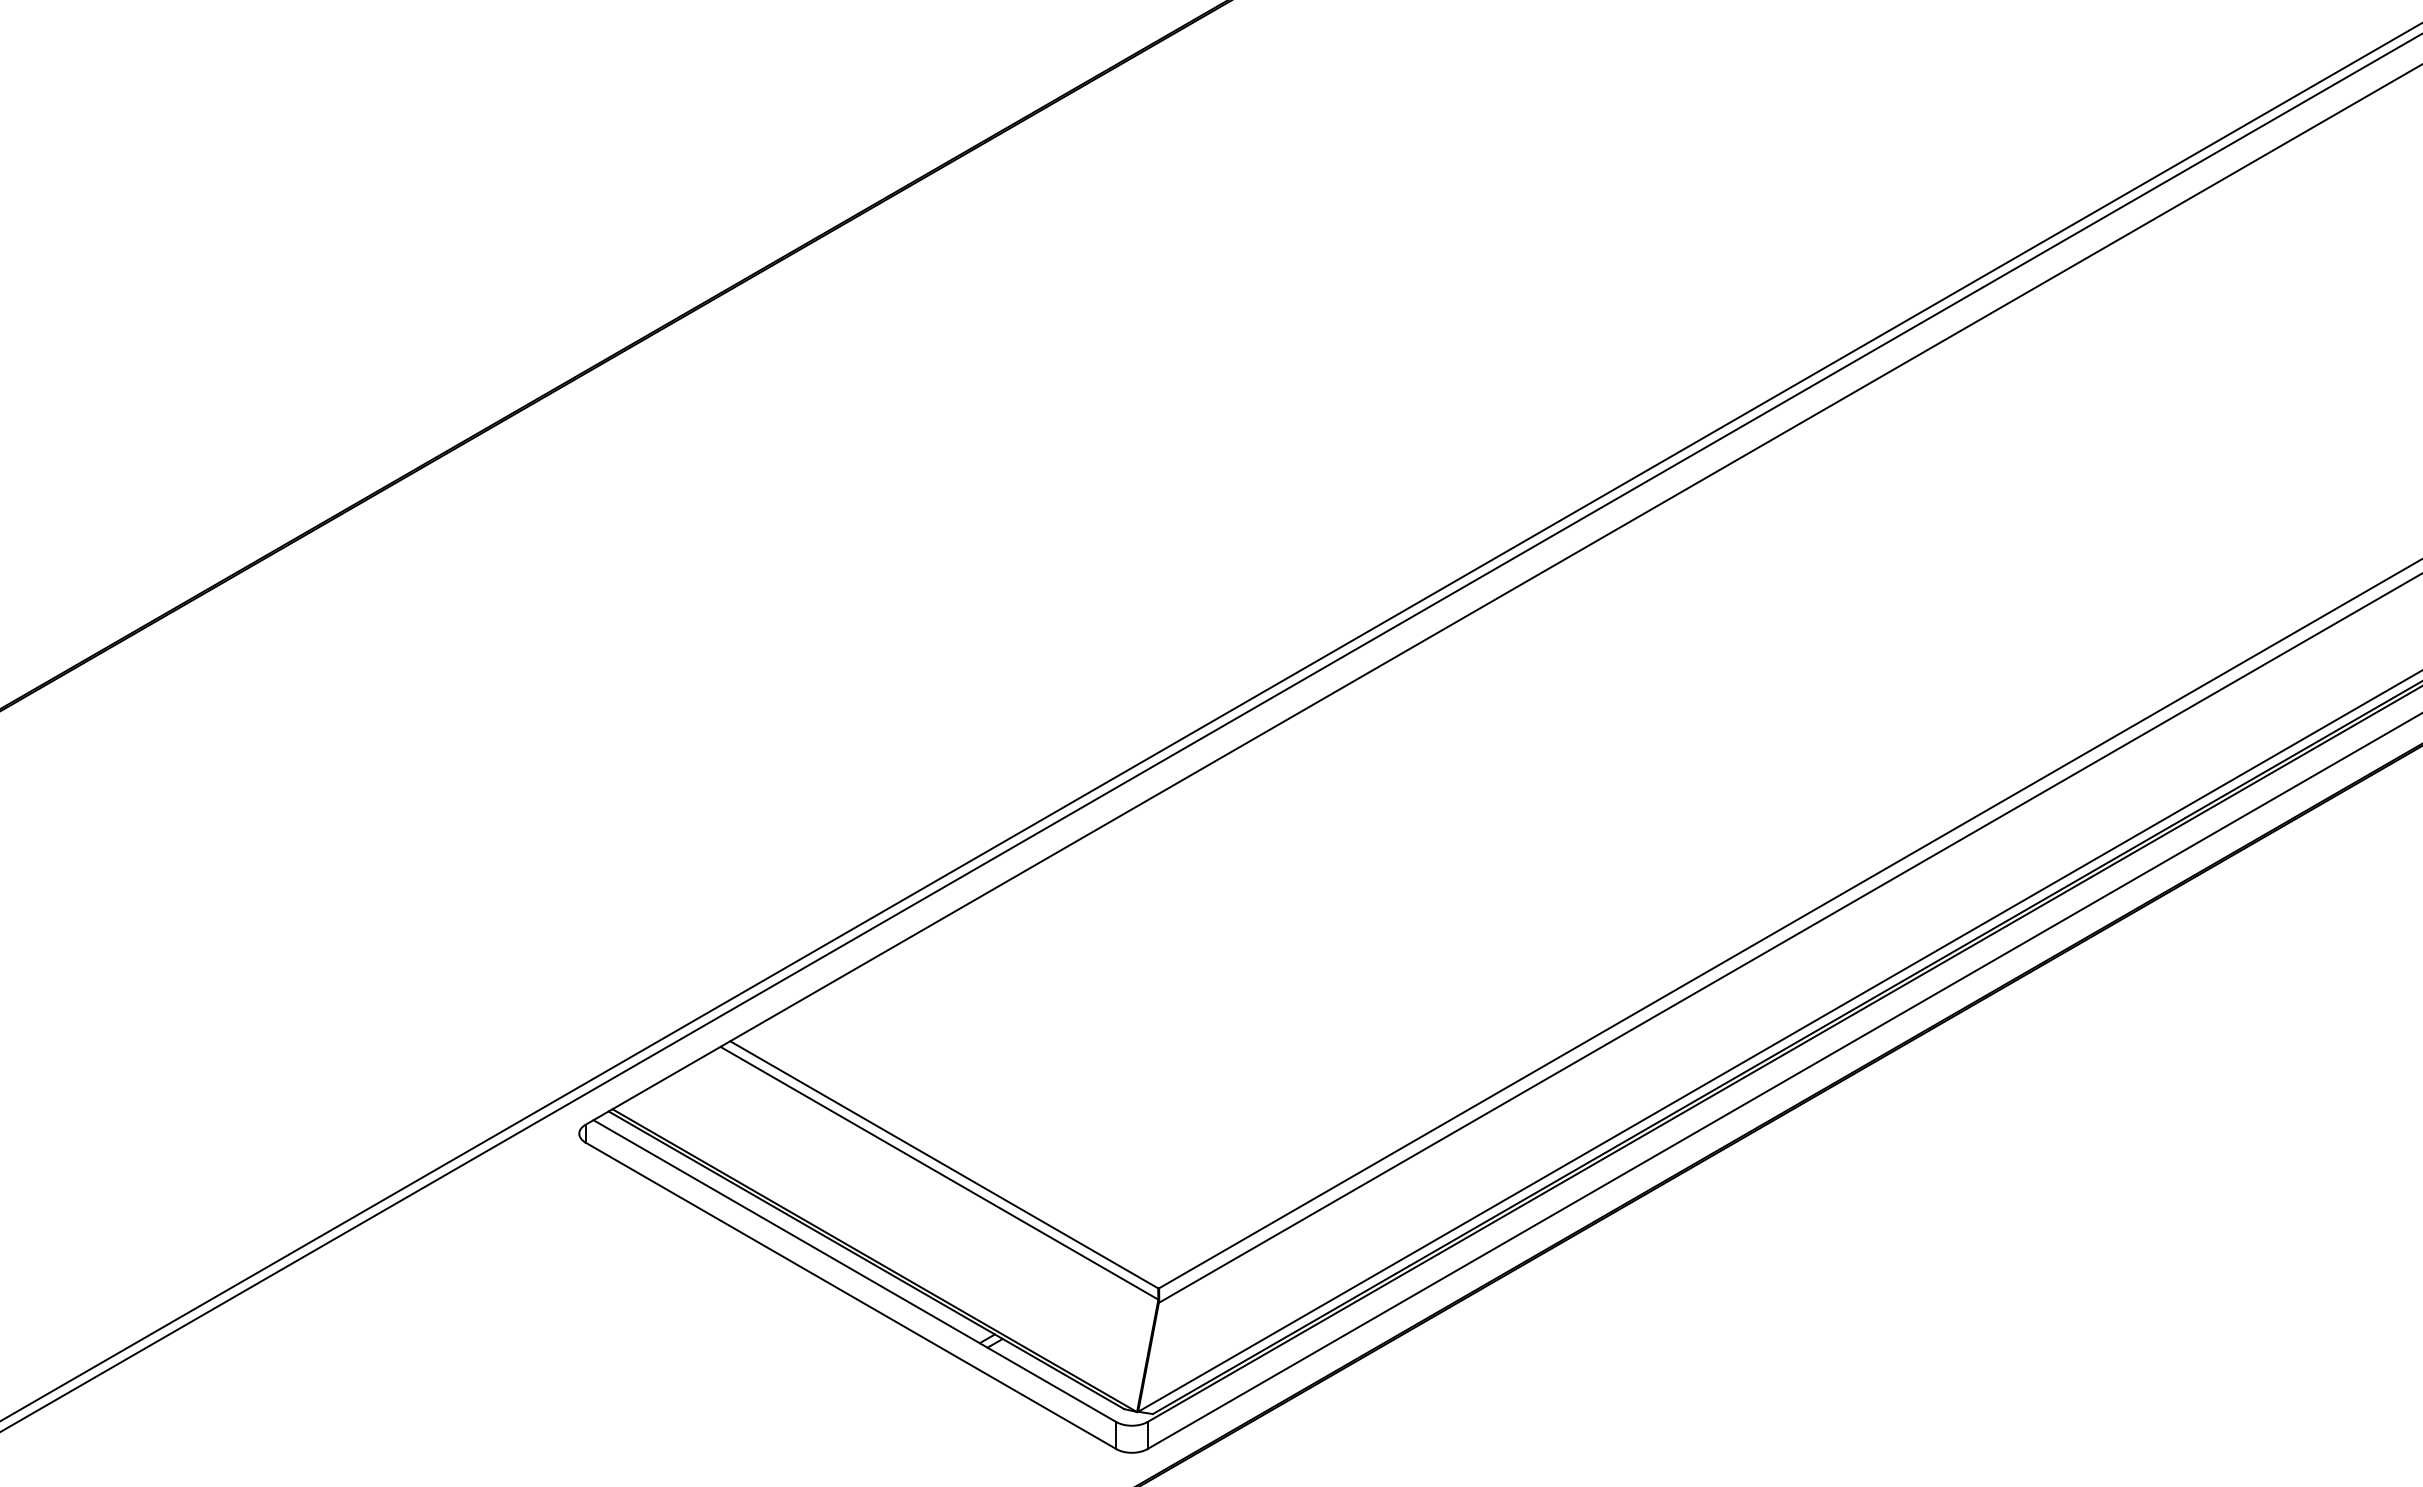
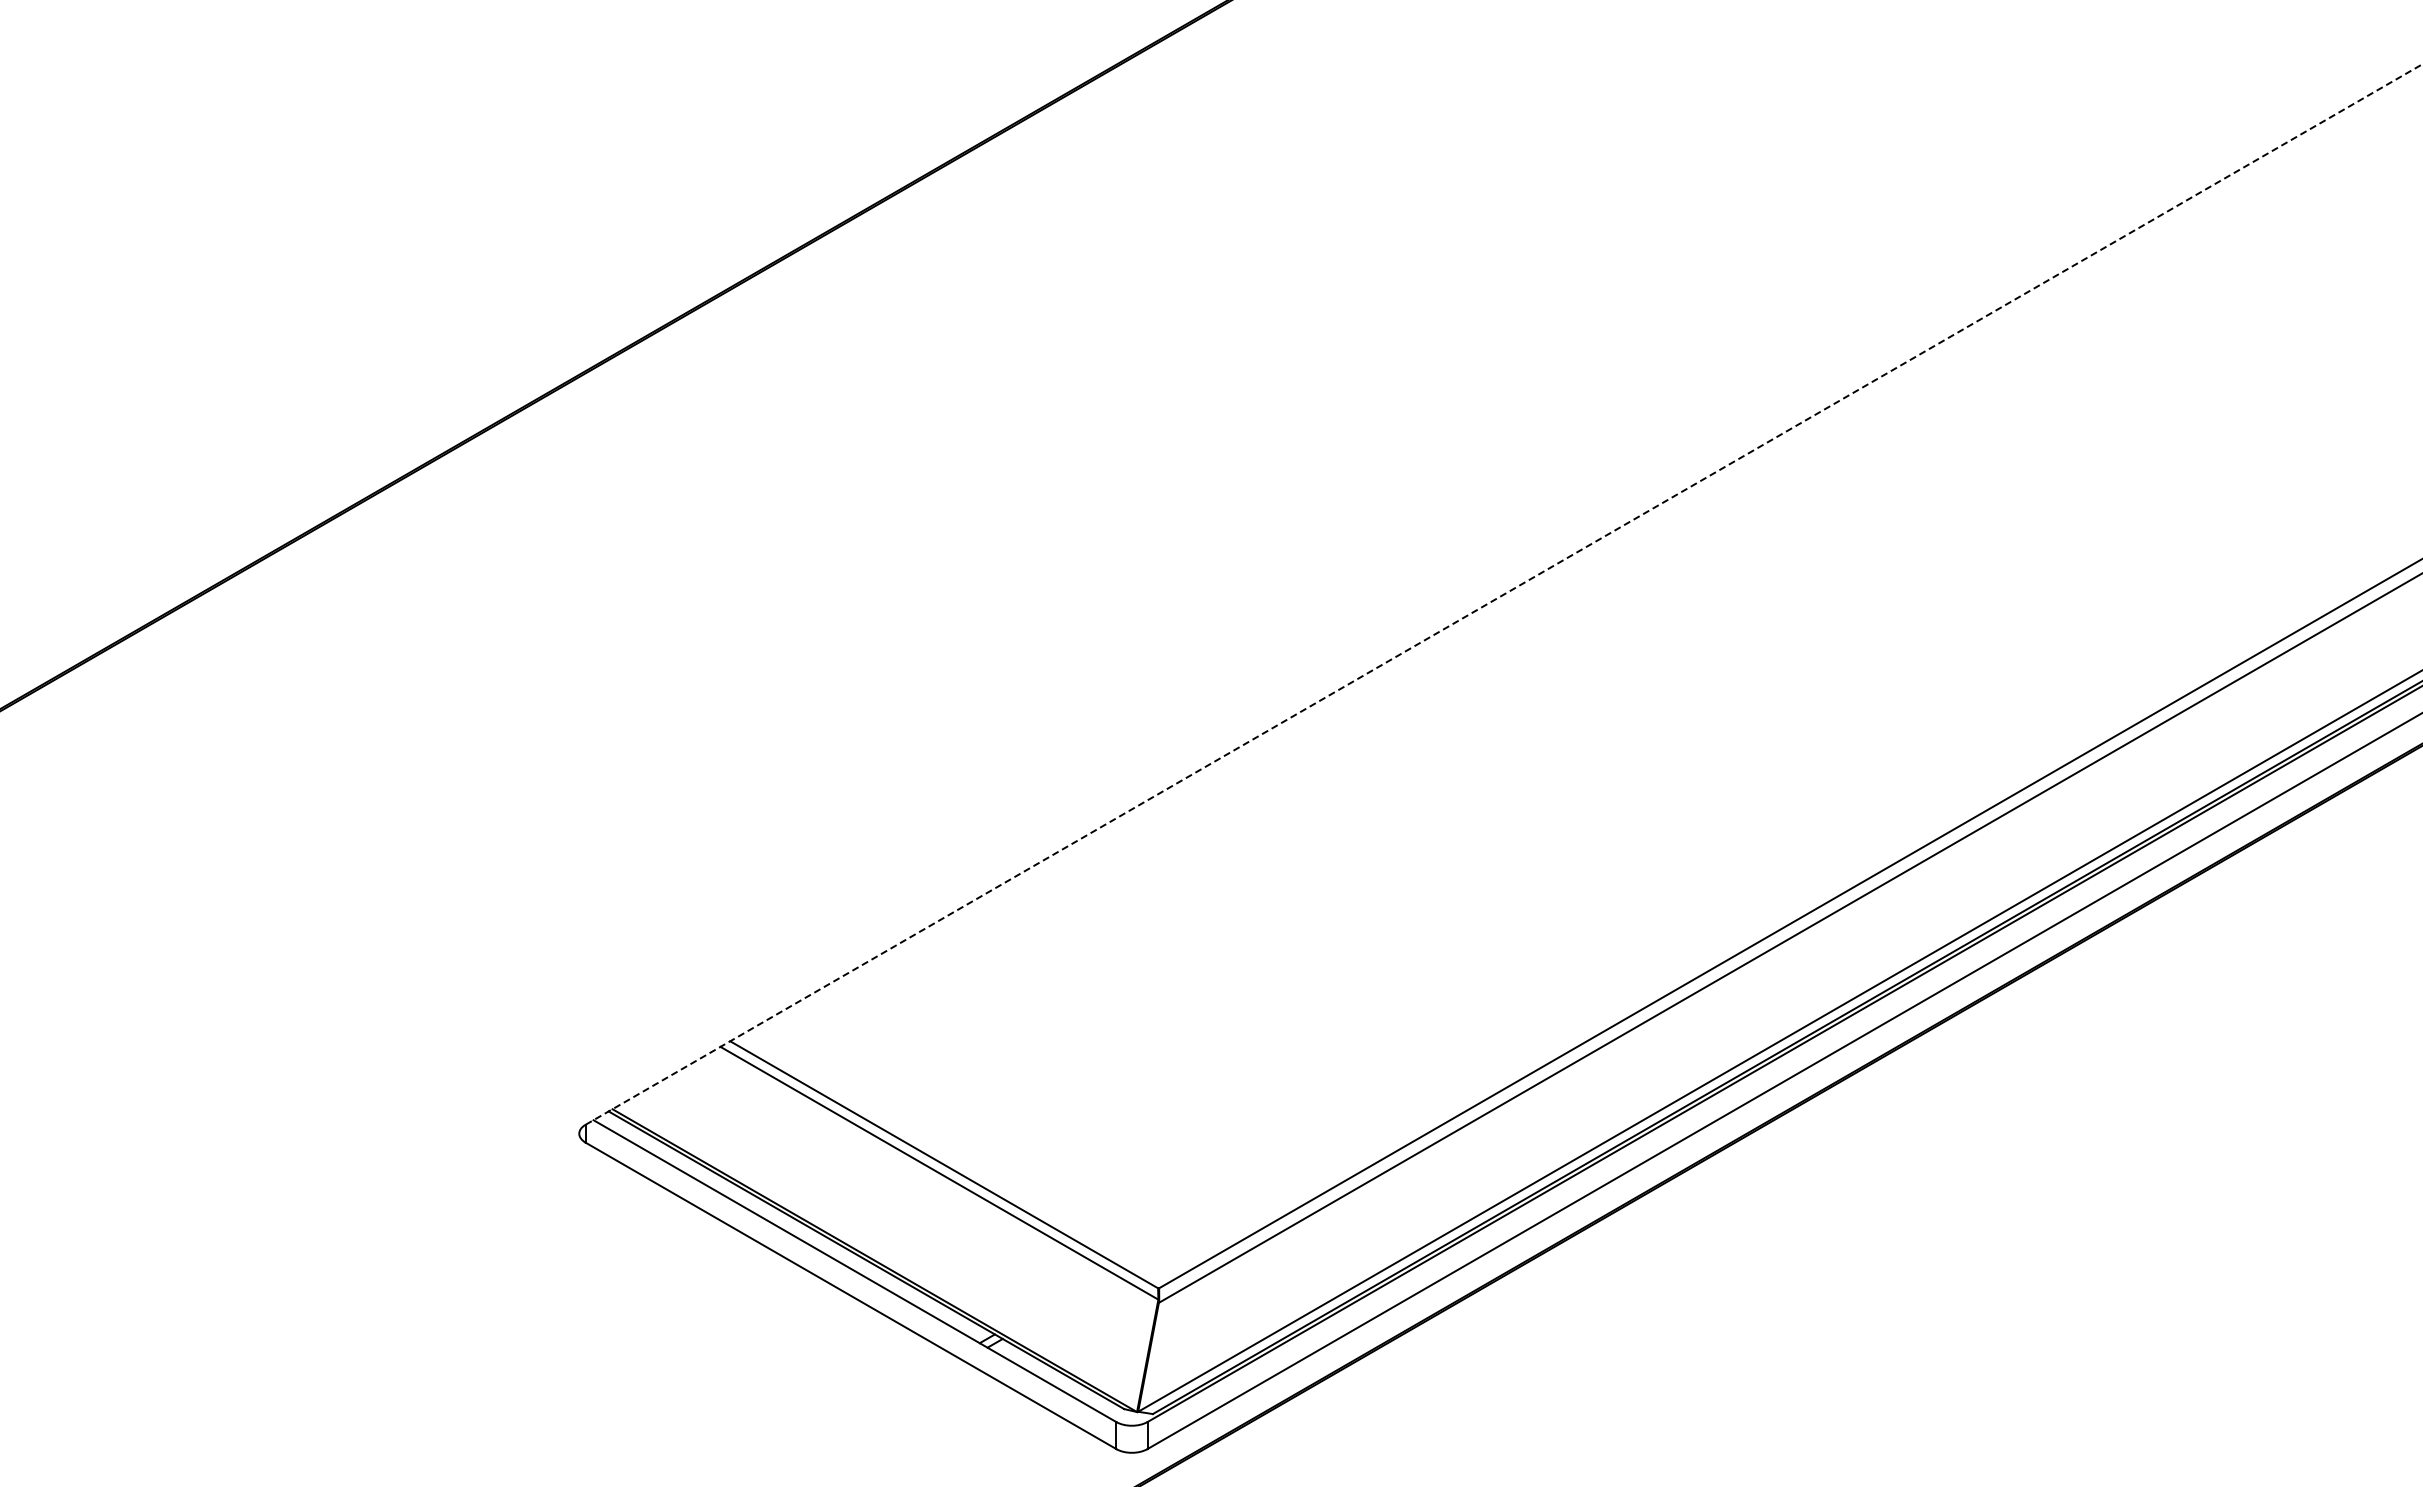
line at (1504, 594): solid -> dashed
line at (1210, 722): present -> none
line at (1210, 733): present -> none
